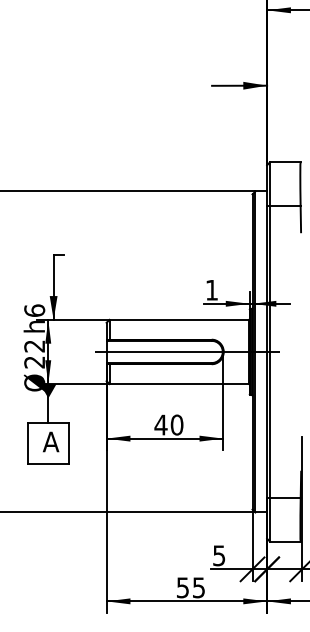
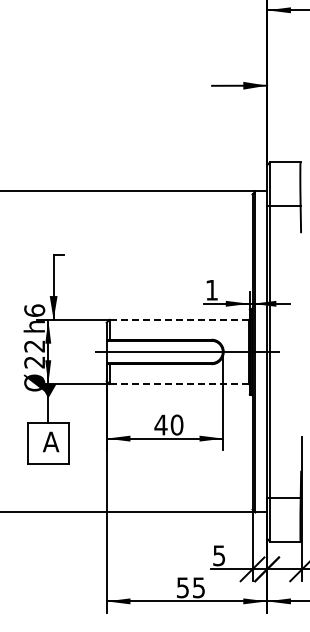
line at (179, 319): solid -> dashed
line at (179, 384): solid -> dashed
